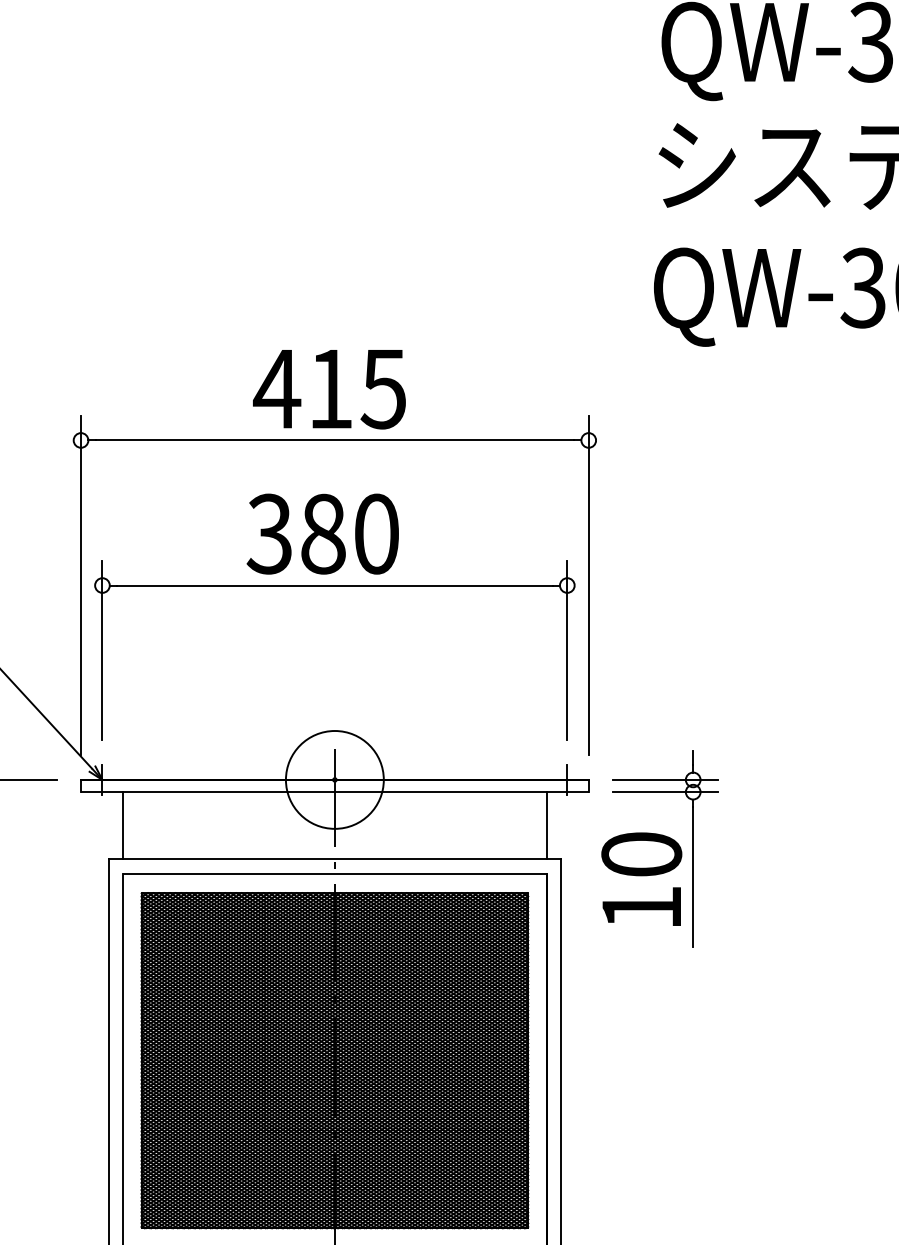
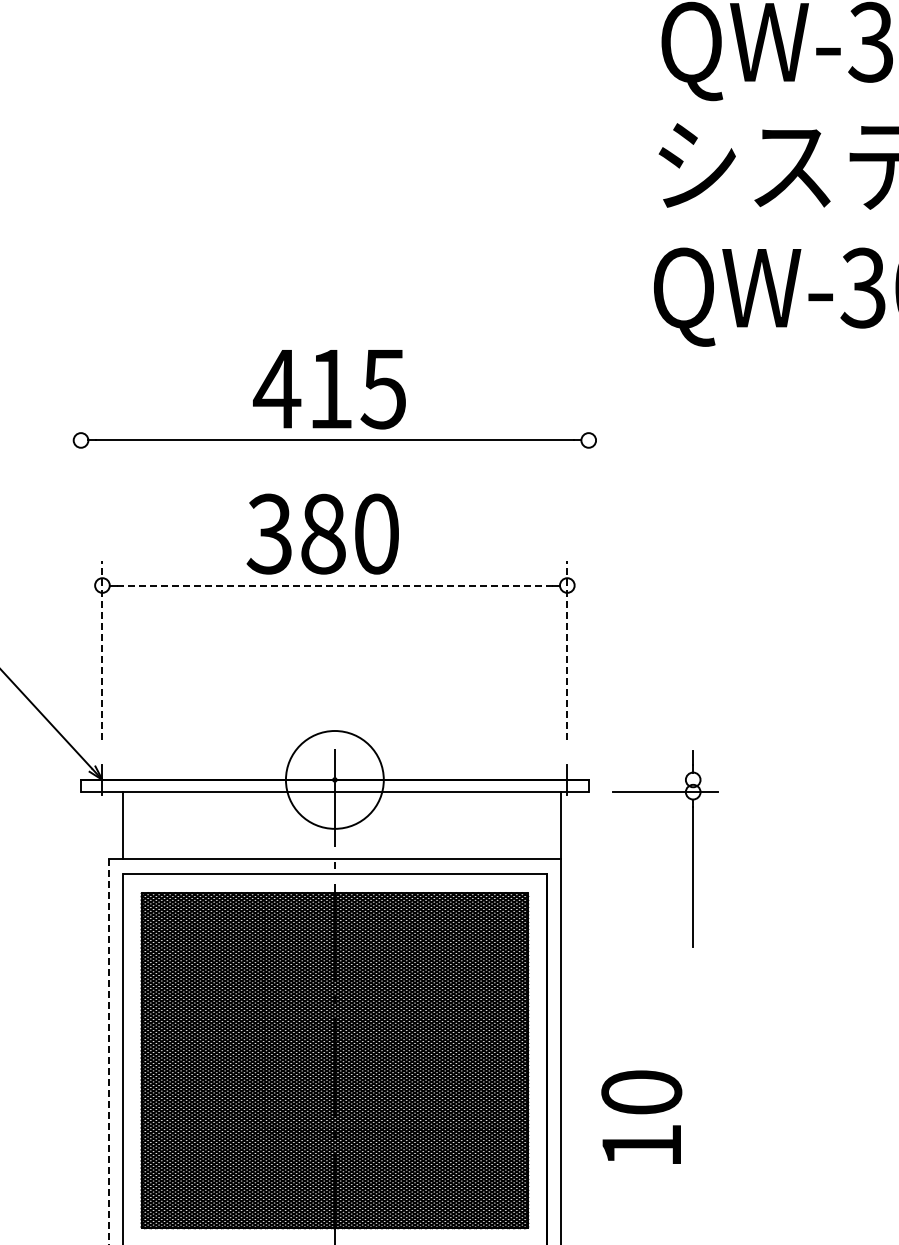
line at (81, 585): present -> none
line at (334, 585): solid -> dashed
line at (588, 585): present -> none
line at (102, 650): solid -> dashed
line at (567, 650): solid -> dashed
line at (29, 779): present -> none
line at (665, 779): present -> none
line at (547, 825) position: (547, 825) -> (561, 825)
text at (641, 878) position: (641, 878) -> (641, 1116)
line at (109, 1052): solid -> dashed
